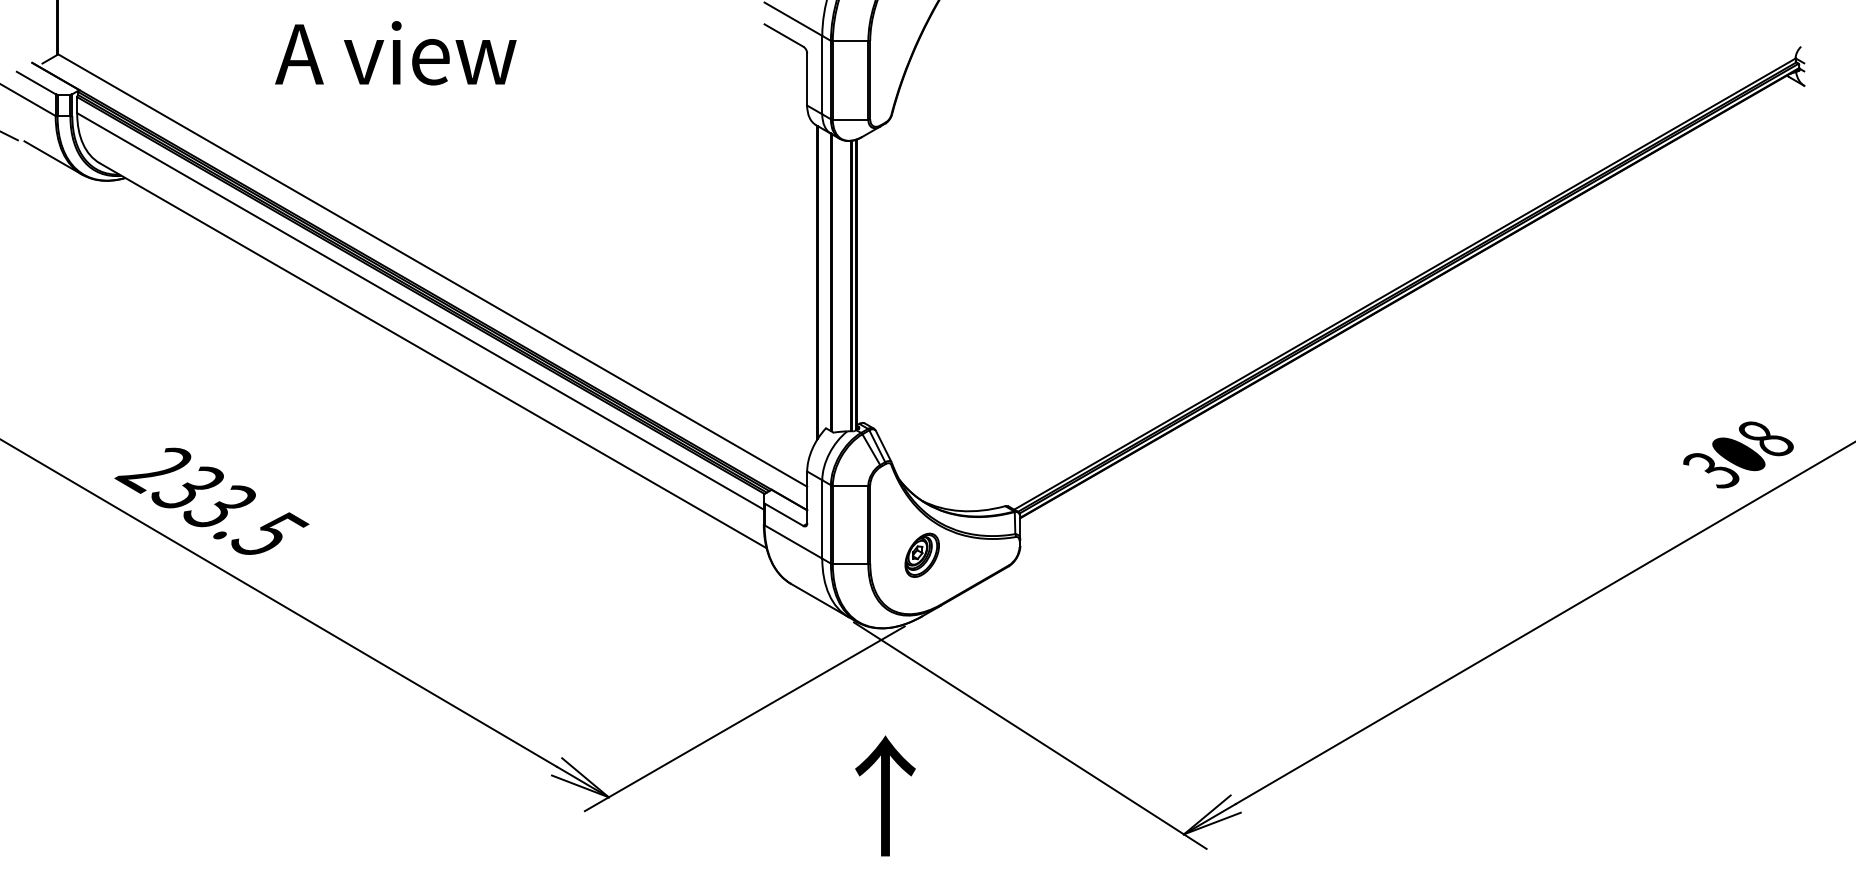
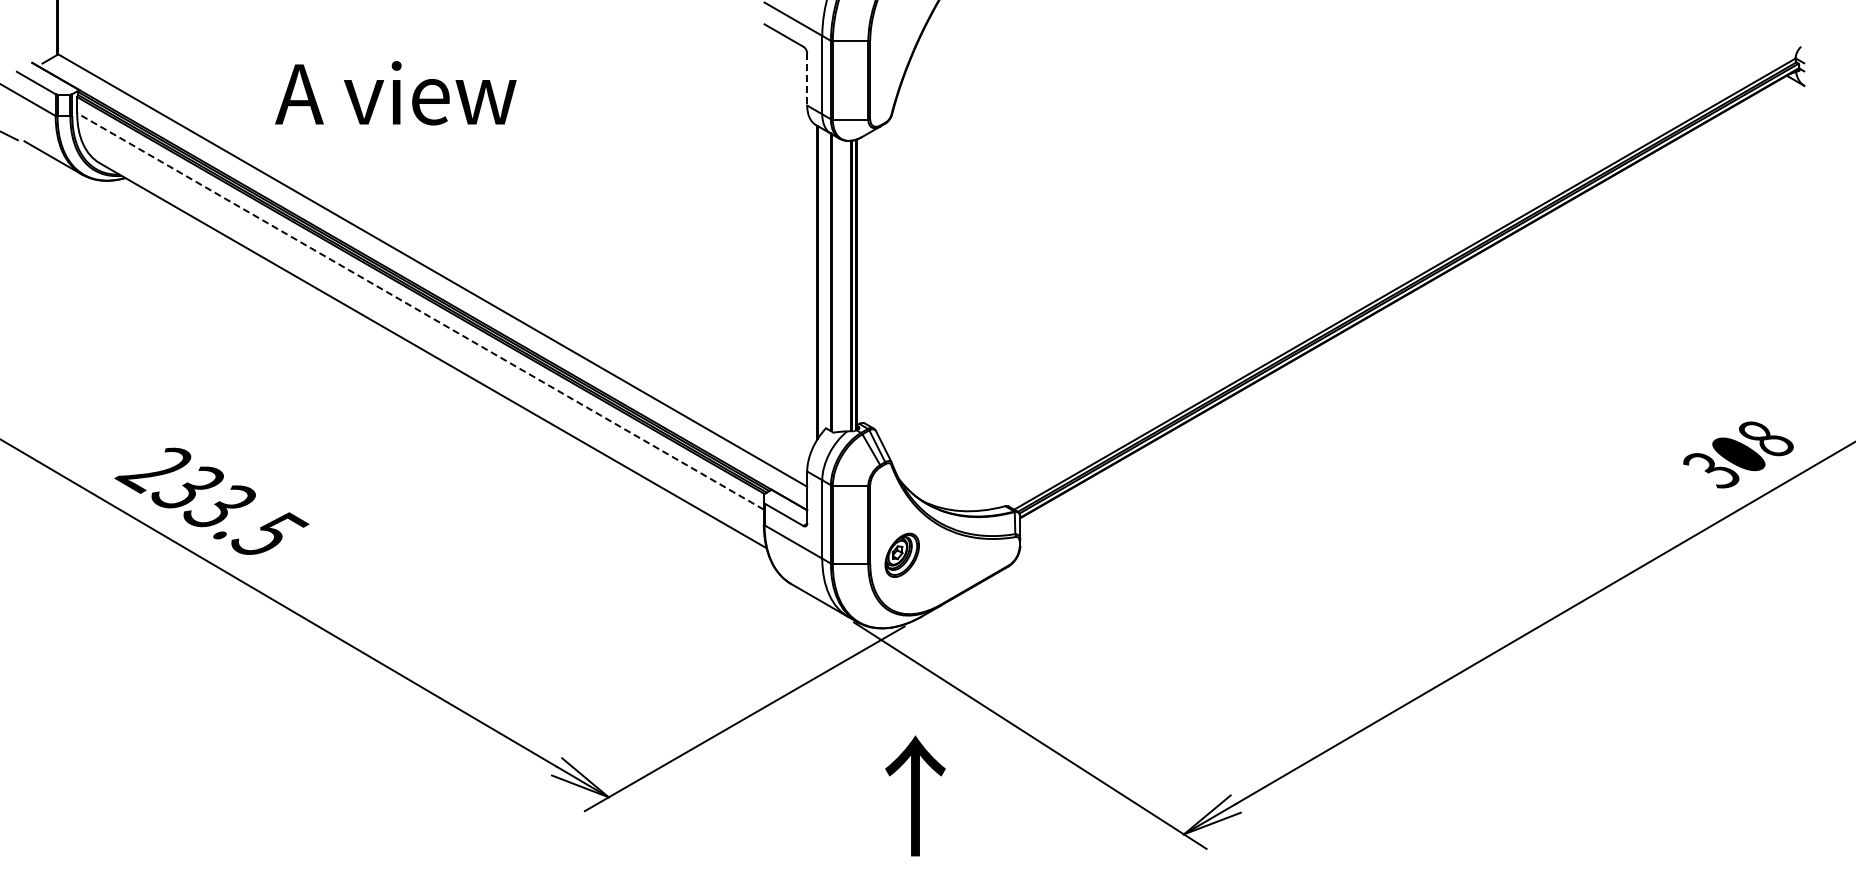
text at (395, 53) position: (395, 53) -> (395, 93)
line at (807, 79): solid -> dashed
line at (420, 311): solid -> dashed
part at (921, 554) position: (921, 554) -> (901, 554)
text at (885, 795) position: (885, 795) -> (915, 795)
